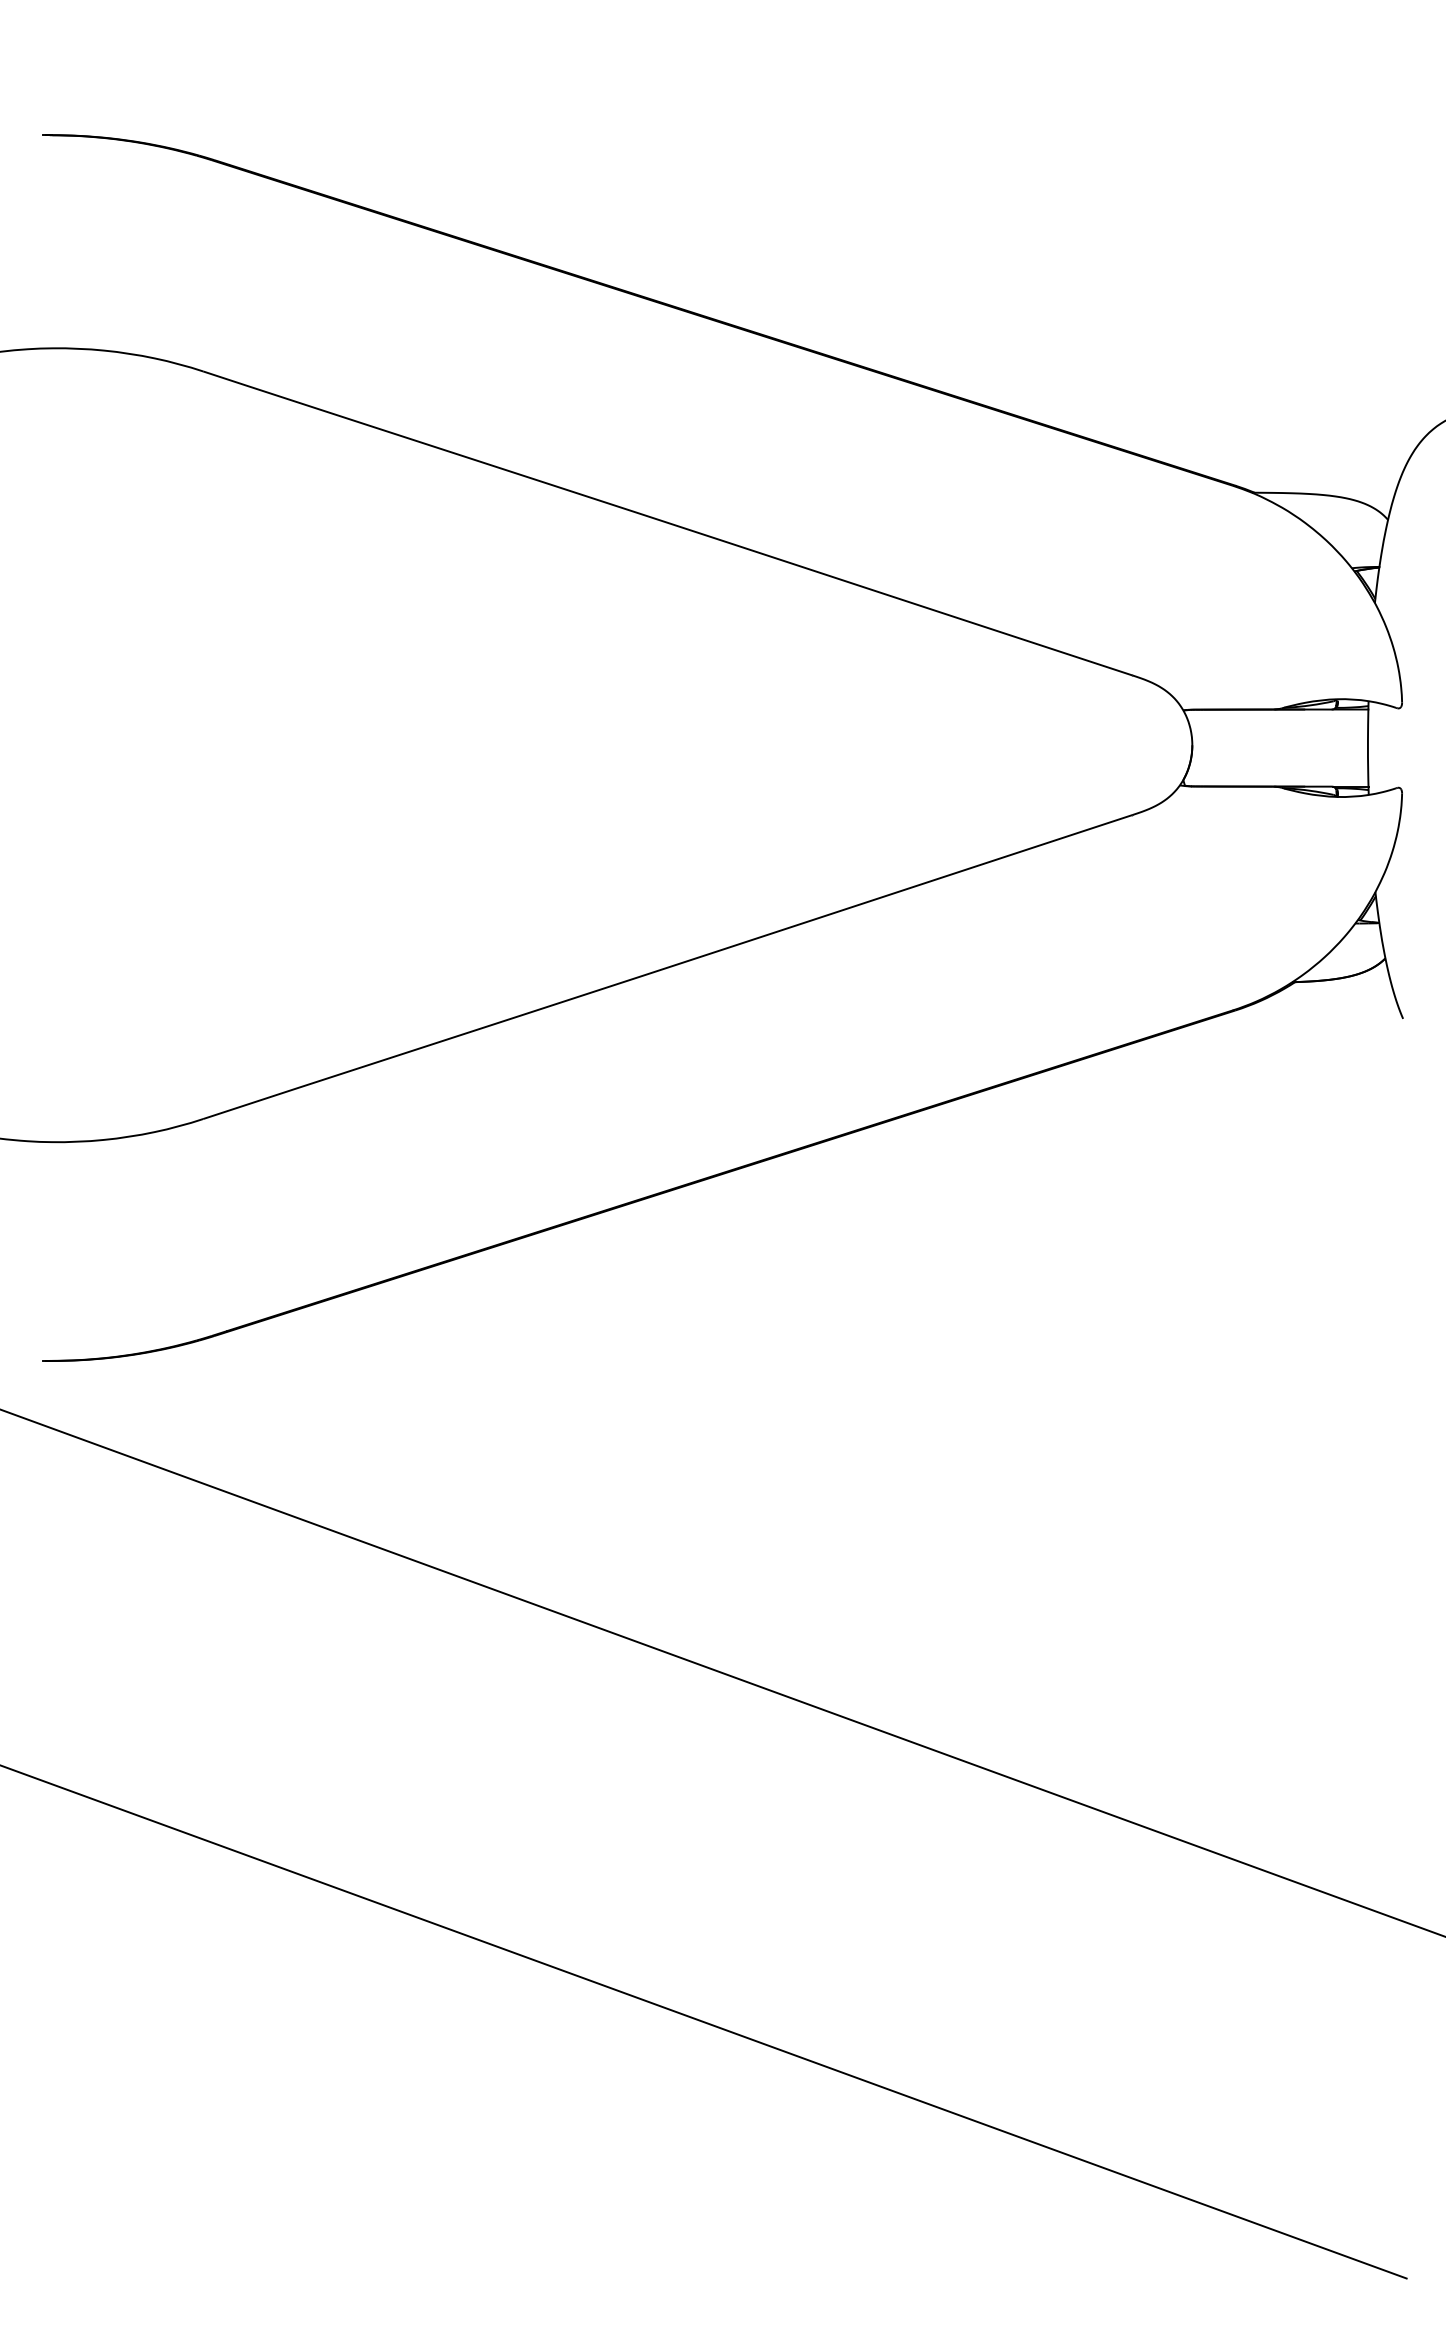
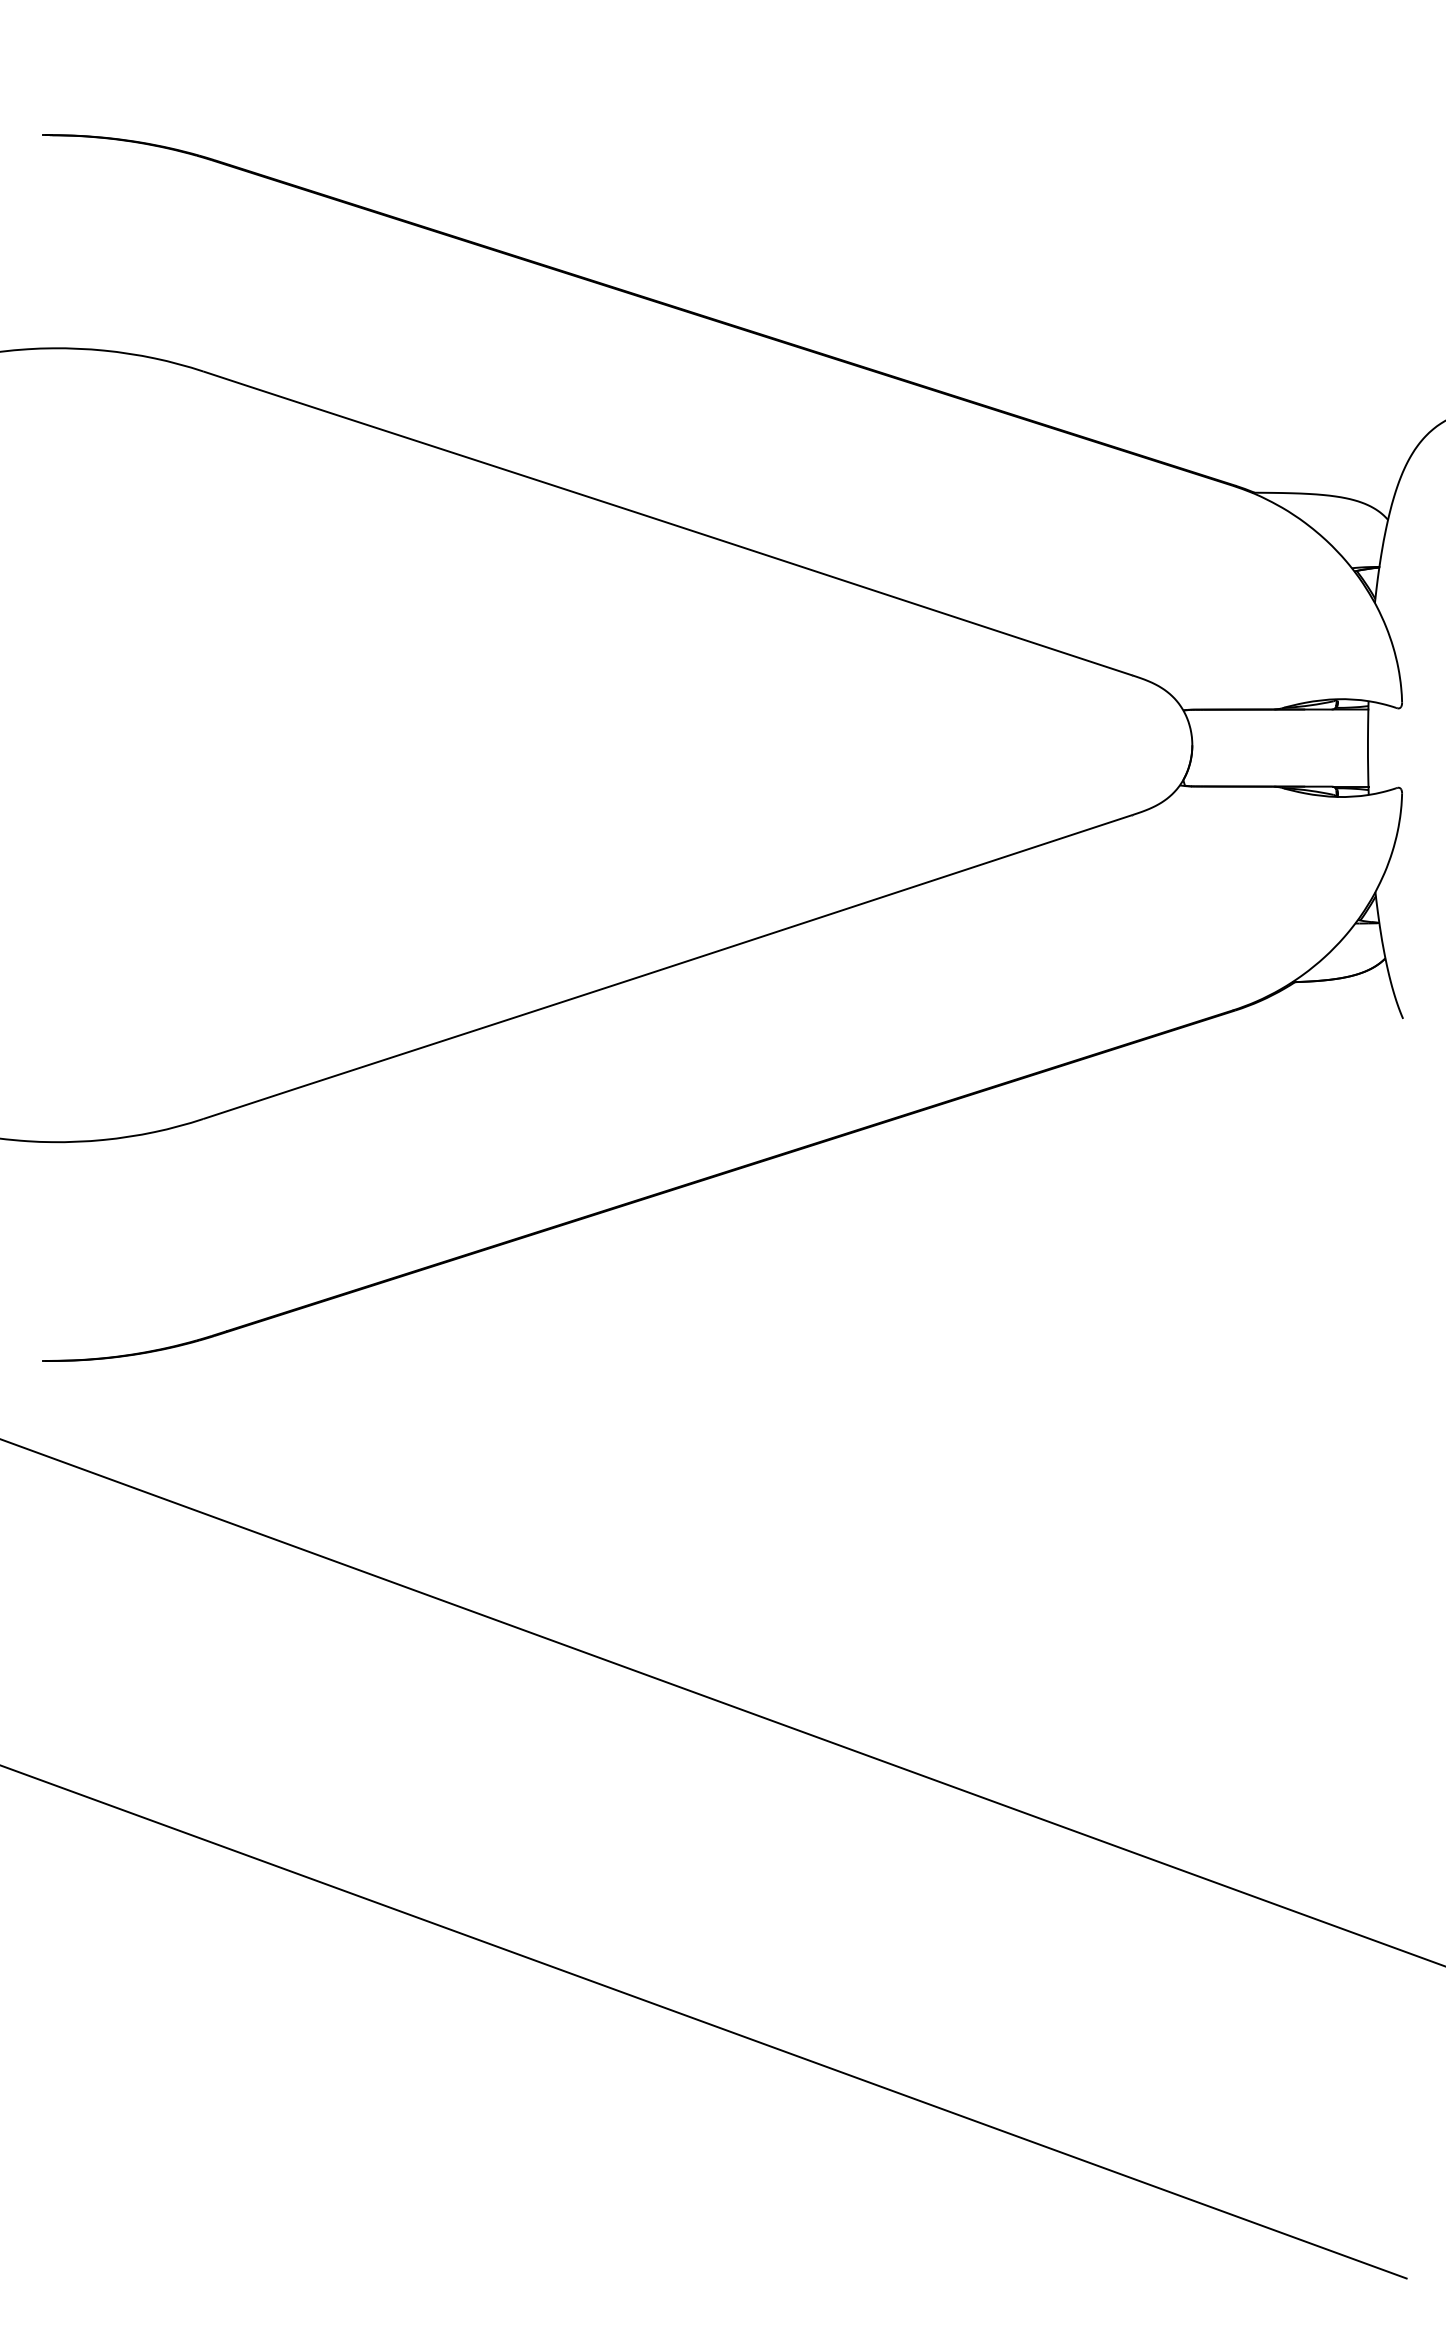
line at (722, 1672) position: (722, 1672) -> (722, 1702)
